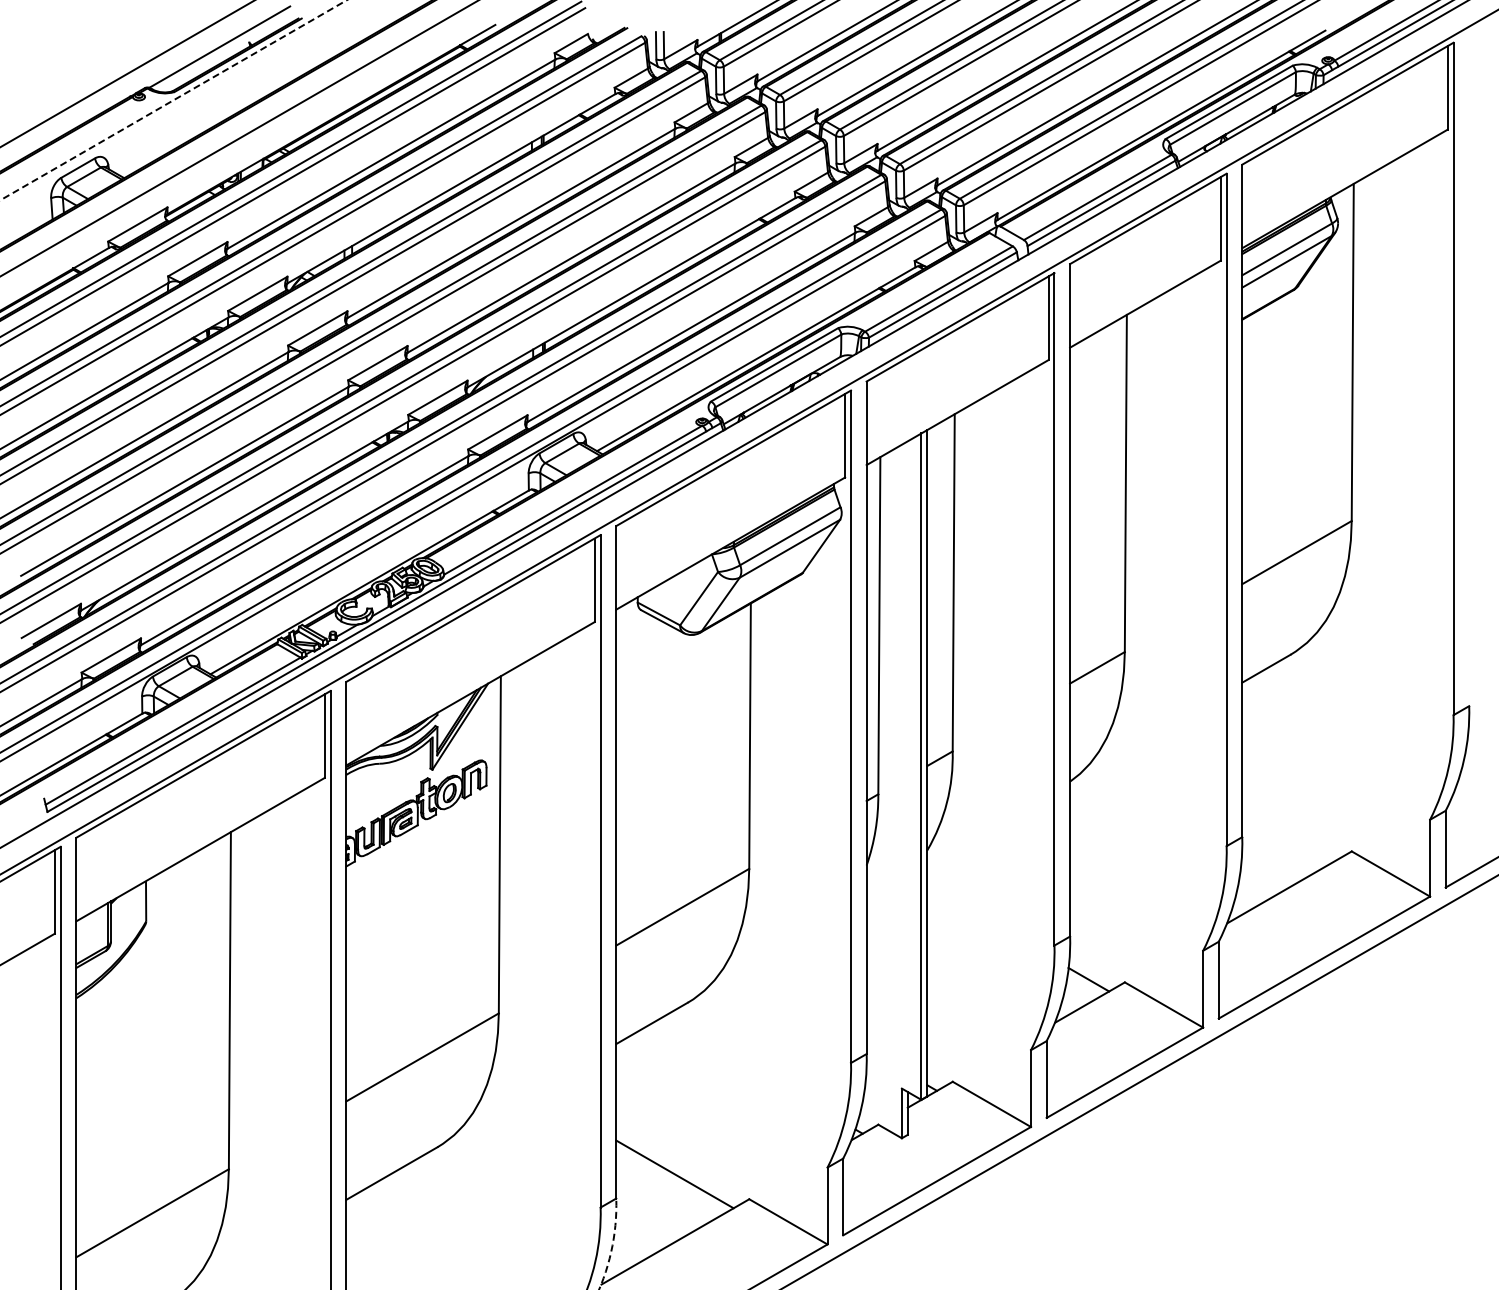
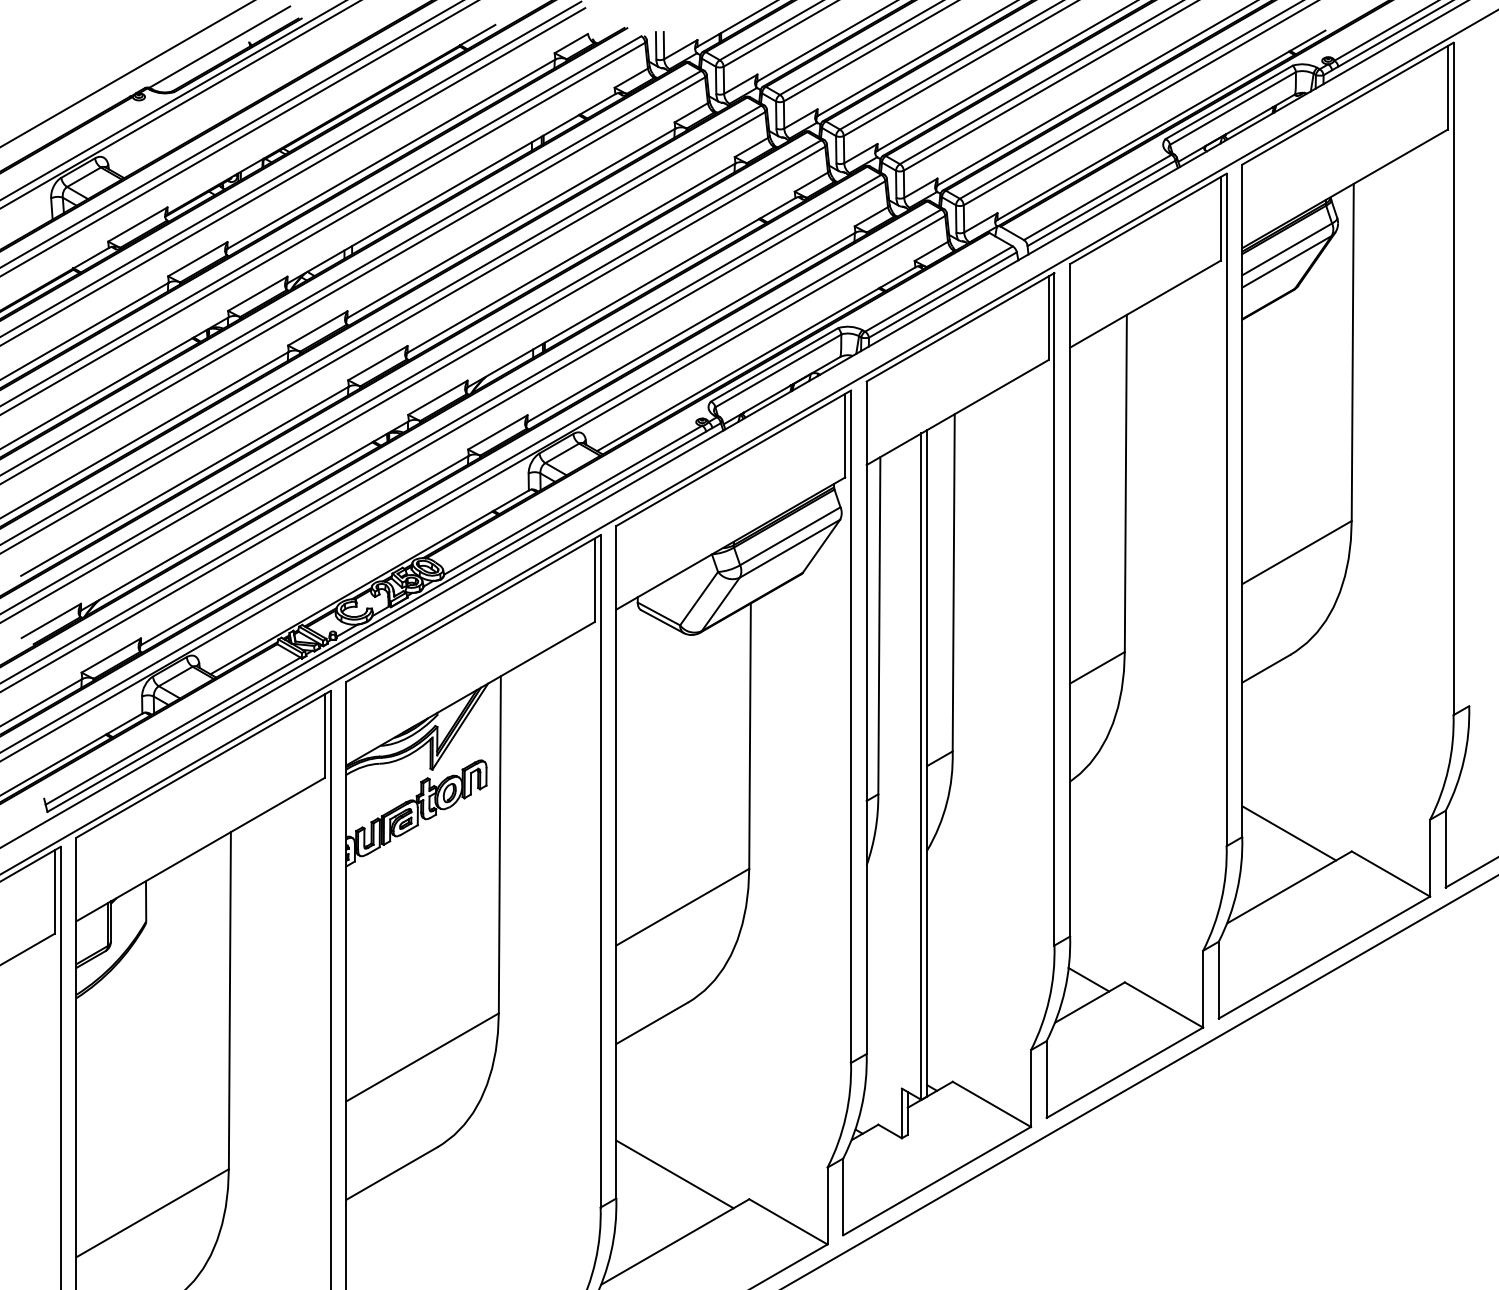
line at (173, 100): dashed -> solid
line at (180, 104): none -> present
line at (231, 134): none -> present
line at (1289, 833): none -> present
arc at (612, 1244): dashed -> solid
